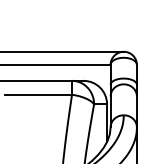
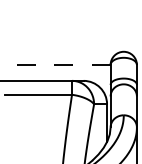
line at (62, 51): present -> none
line at (55, 64): solid -> dashed
